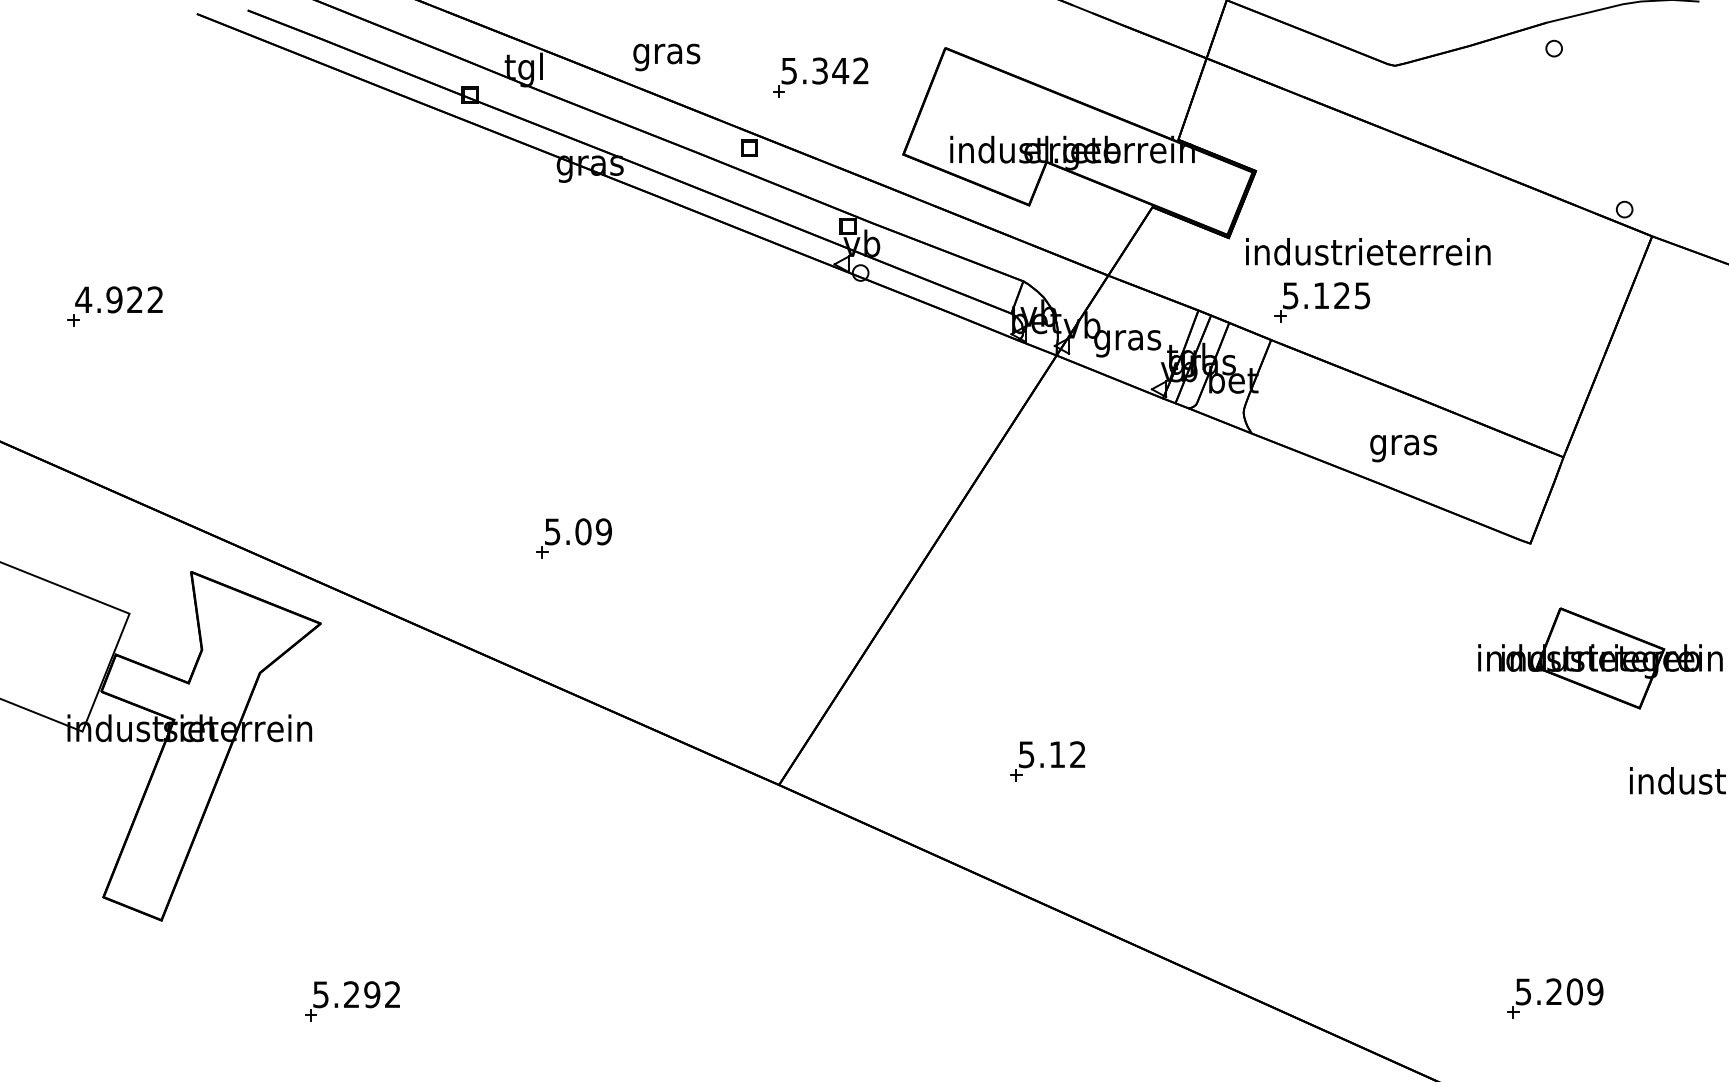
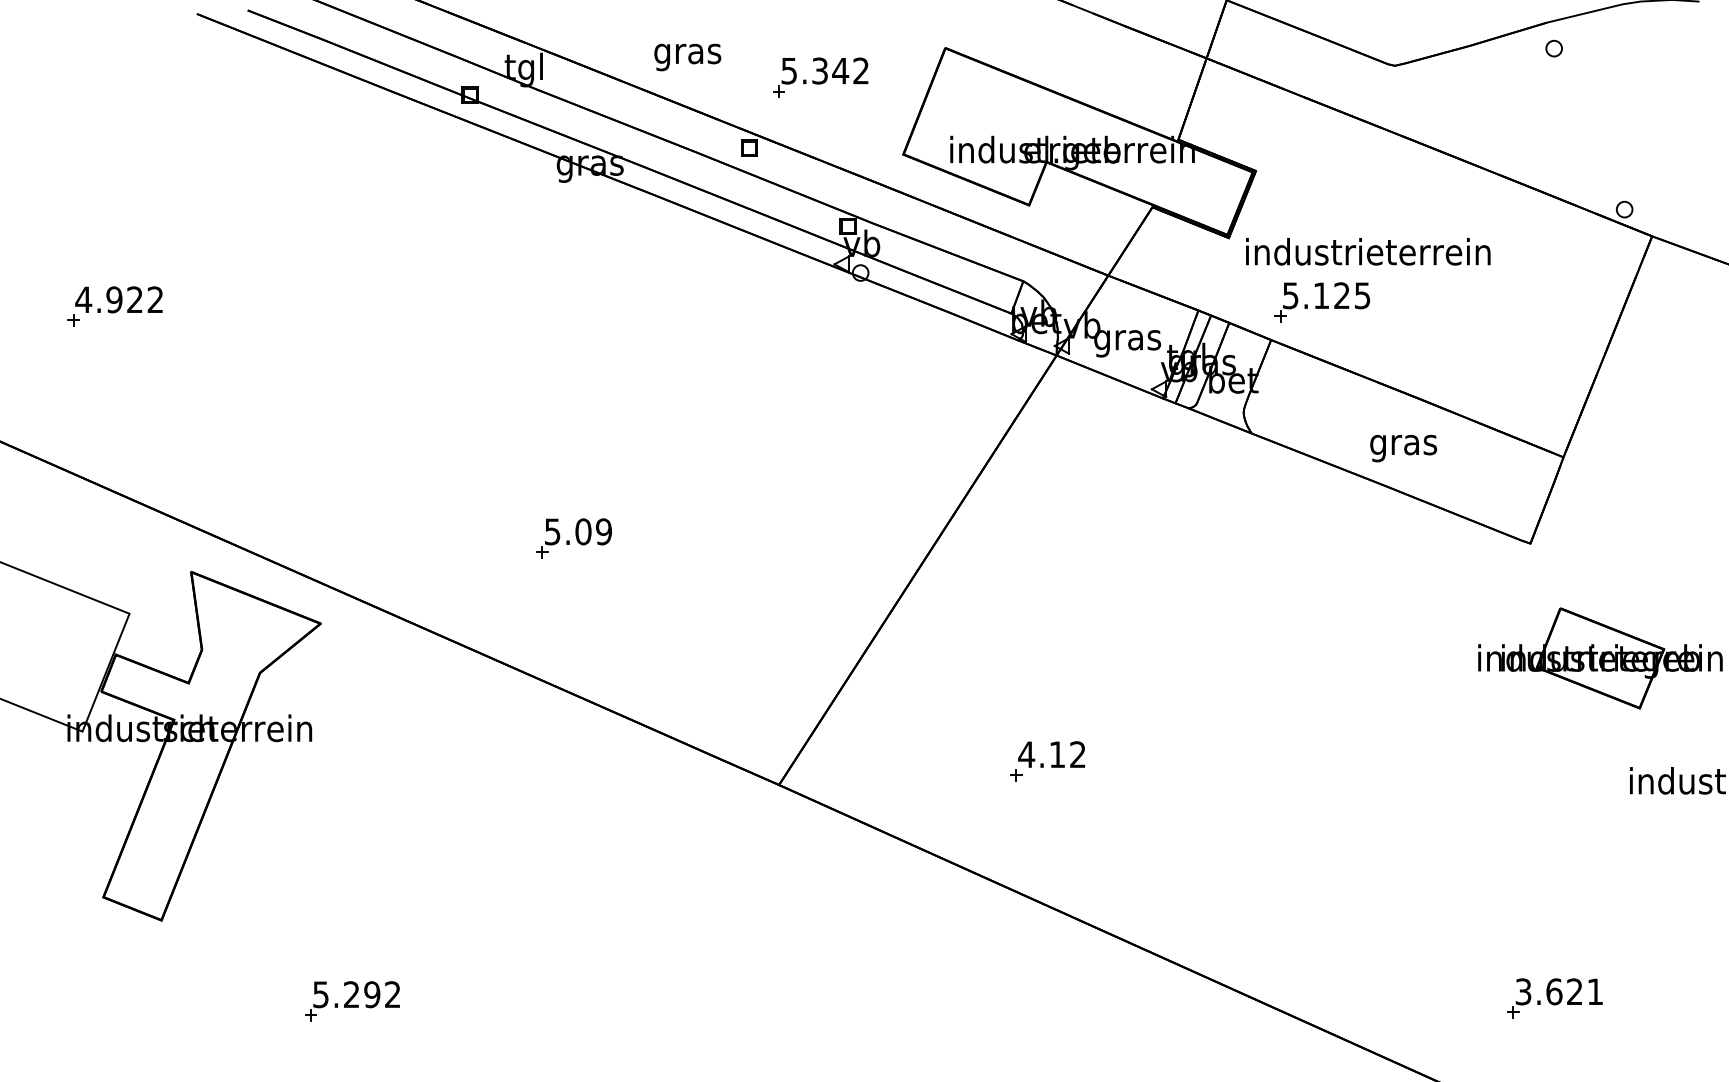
text at (666, 57) position: (666, 57) -> (687, 57)
text at (1026, 754): 5.12 -> 4.12
text at (1559, 991): 5.209 -> 3.621
